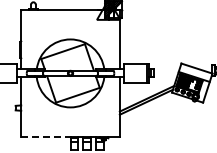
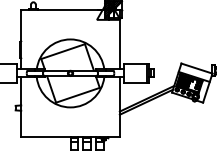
line at (45, 137): dashed -> solid
